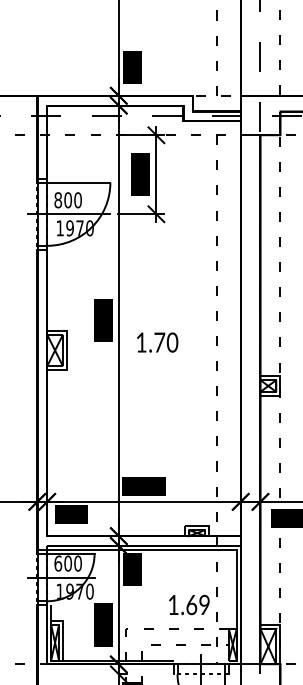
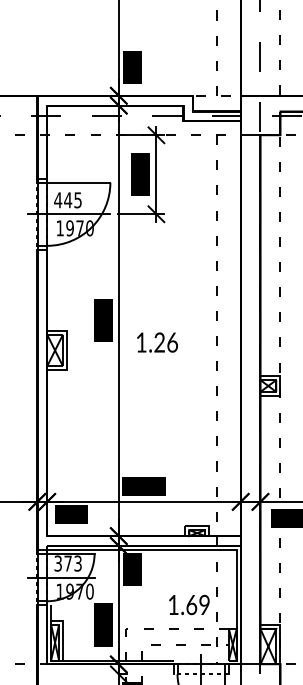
text at (67, 200): 800 -> 445
text at (166, 342): 1.70 -> 1.26
text at (67, 563): 600 -> 373
